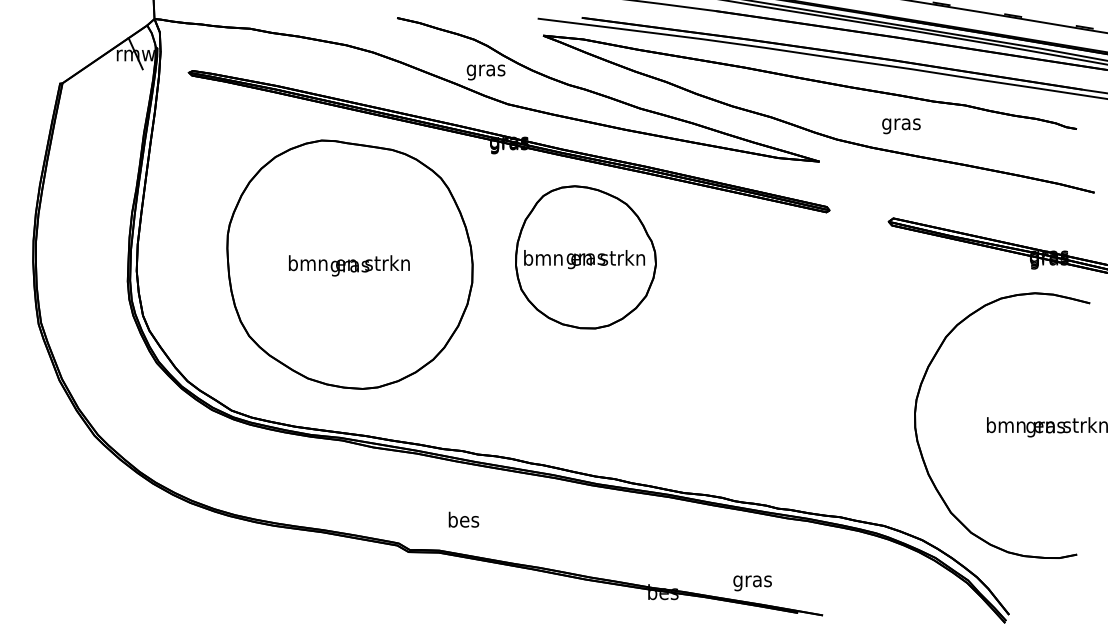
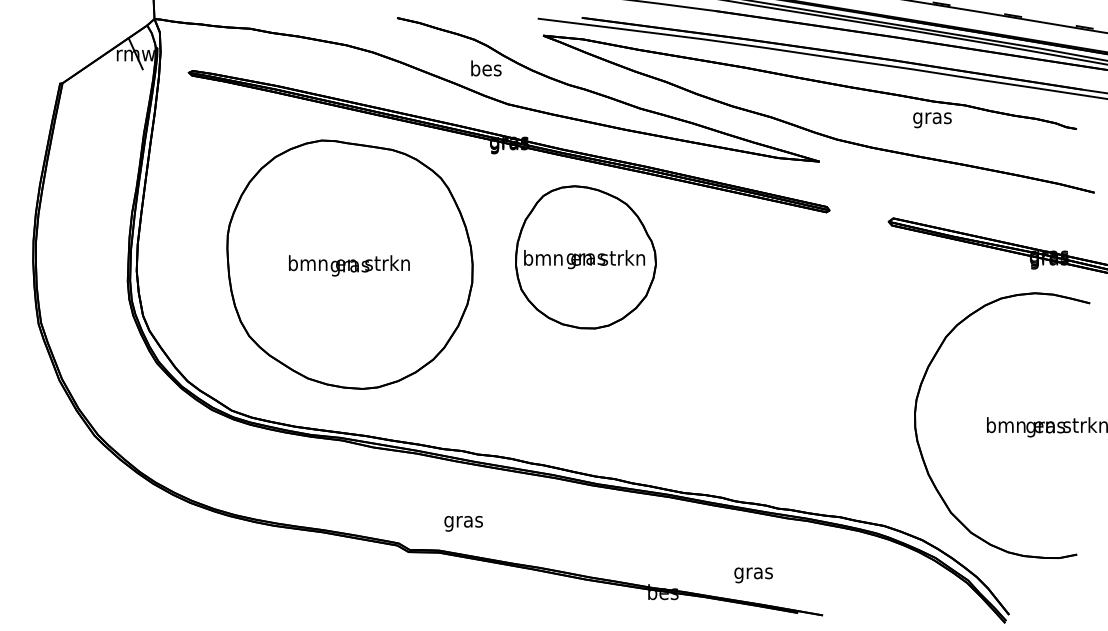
text at (485, 70): gras -> bes
text at (901, 126) position: (901, 126) -> (932, 120)
text at (463, 521): bes -> gras
text at (752, 583) position: (752, 583) -> (753, 575)
